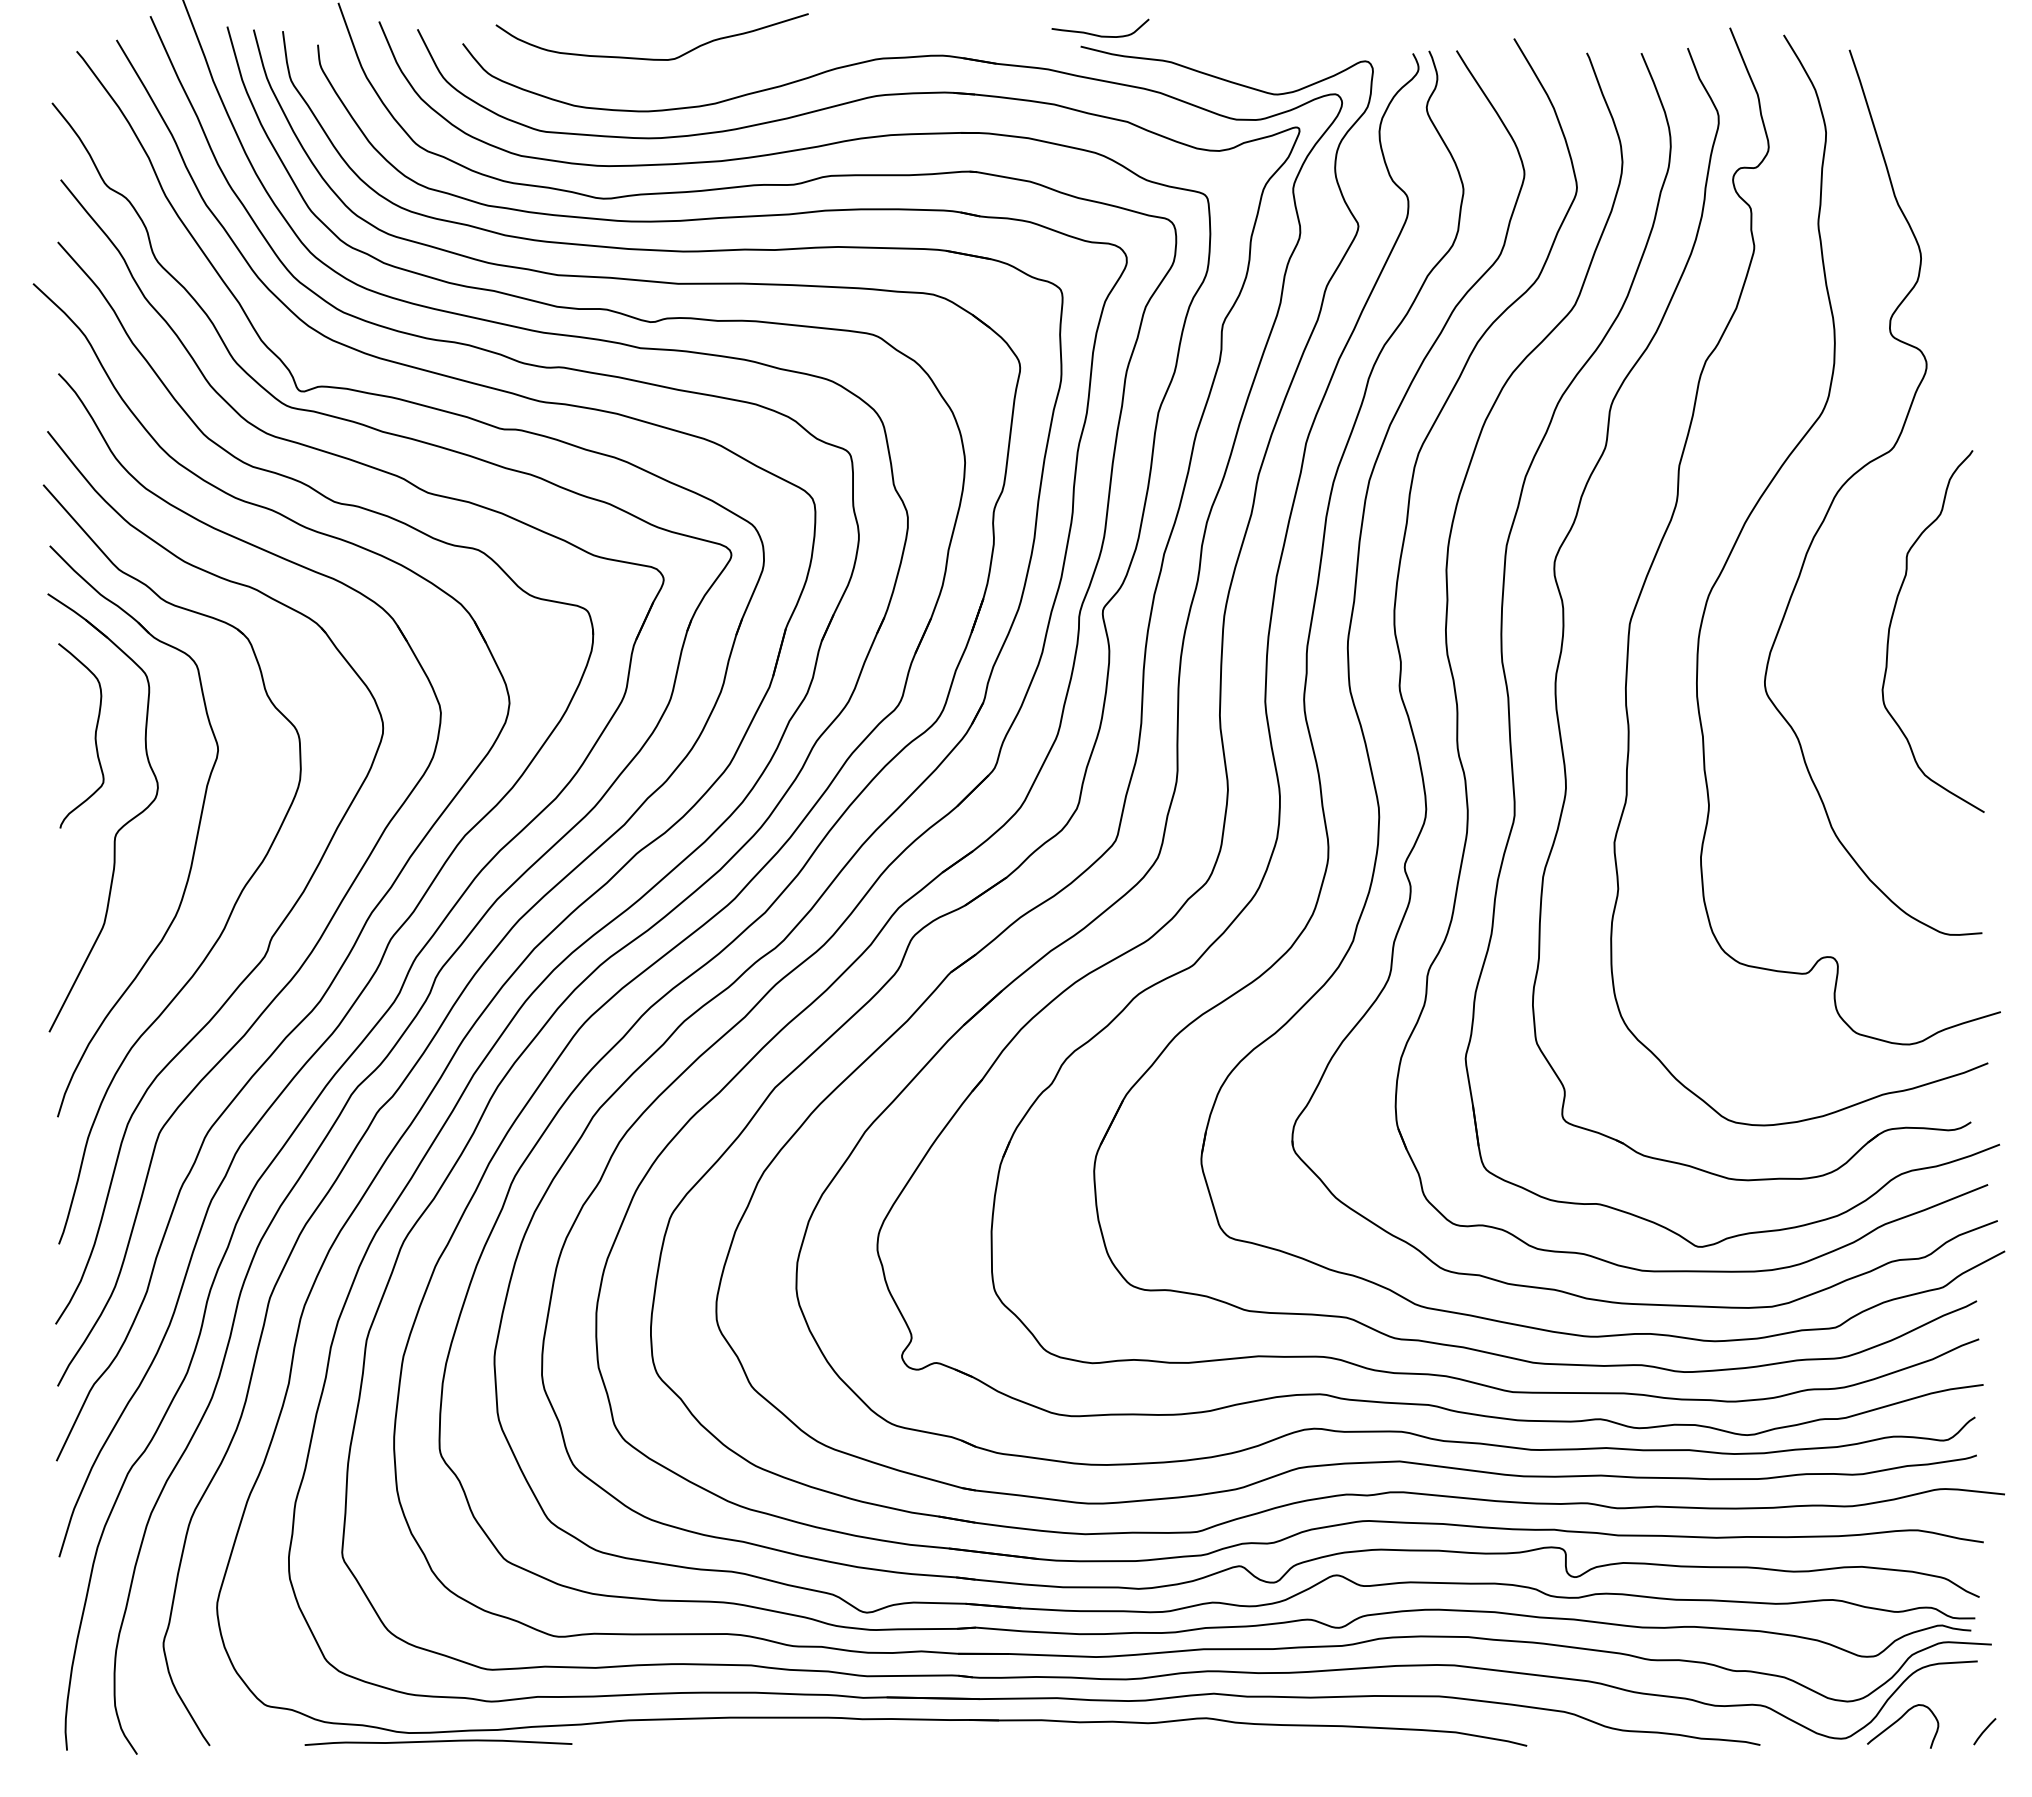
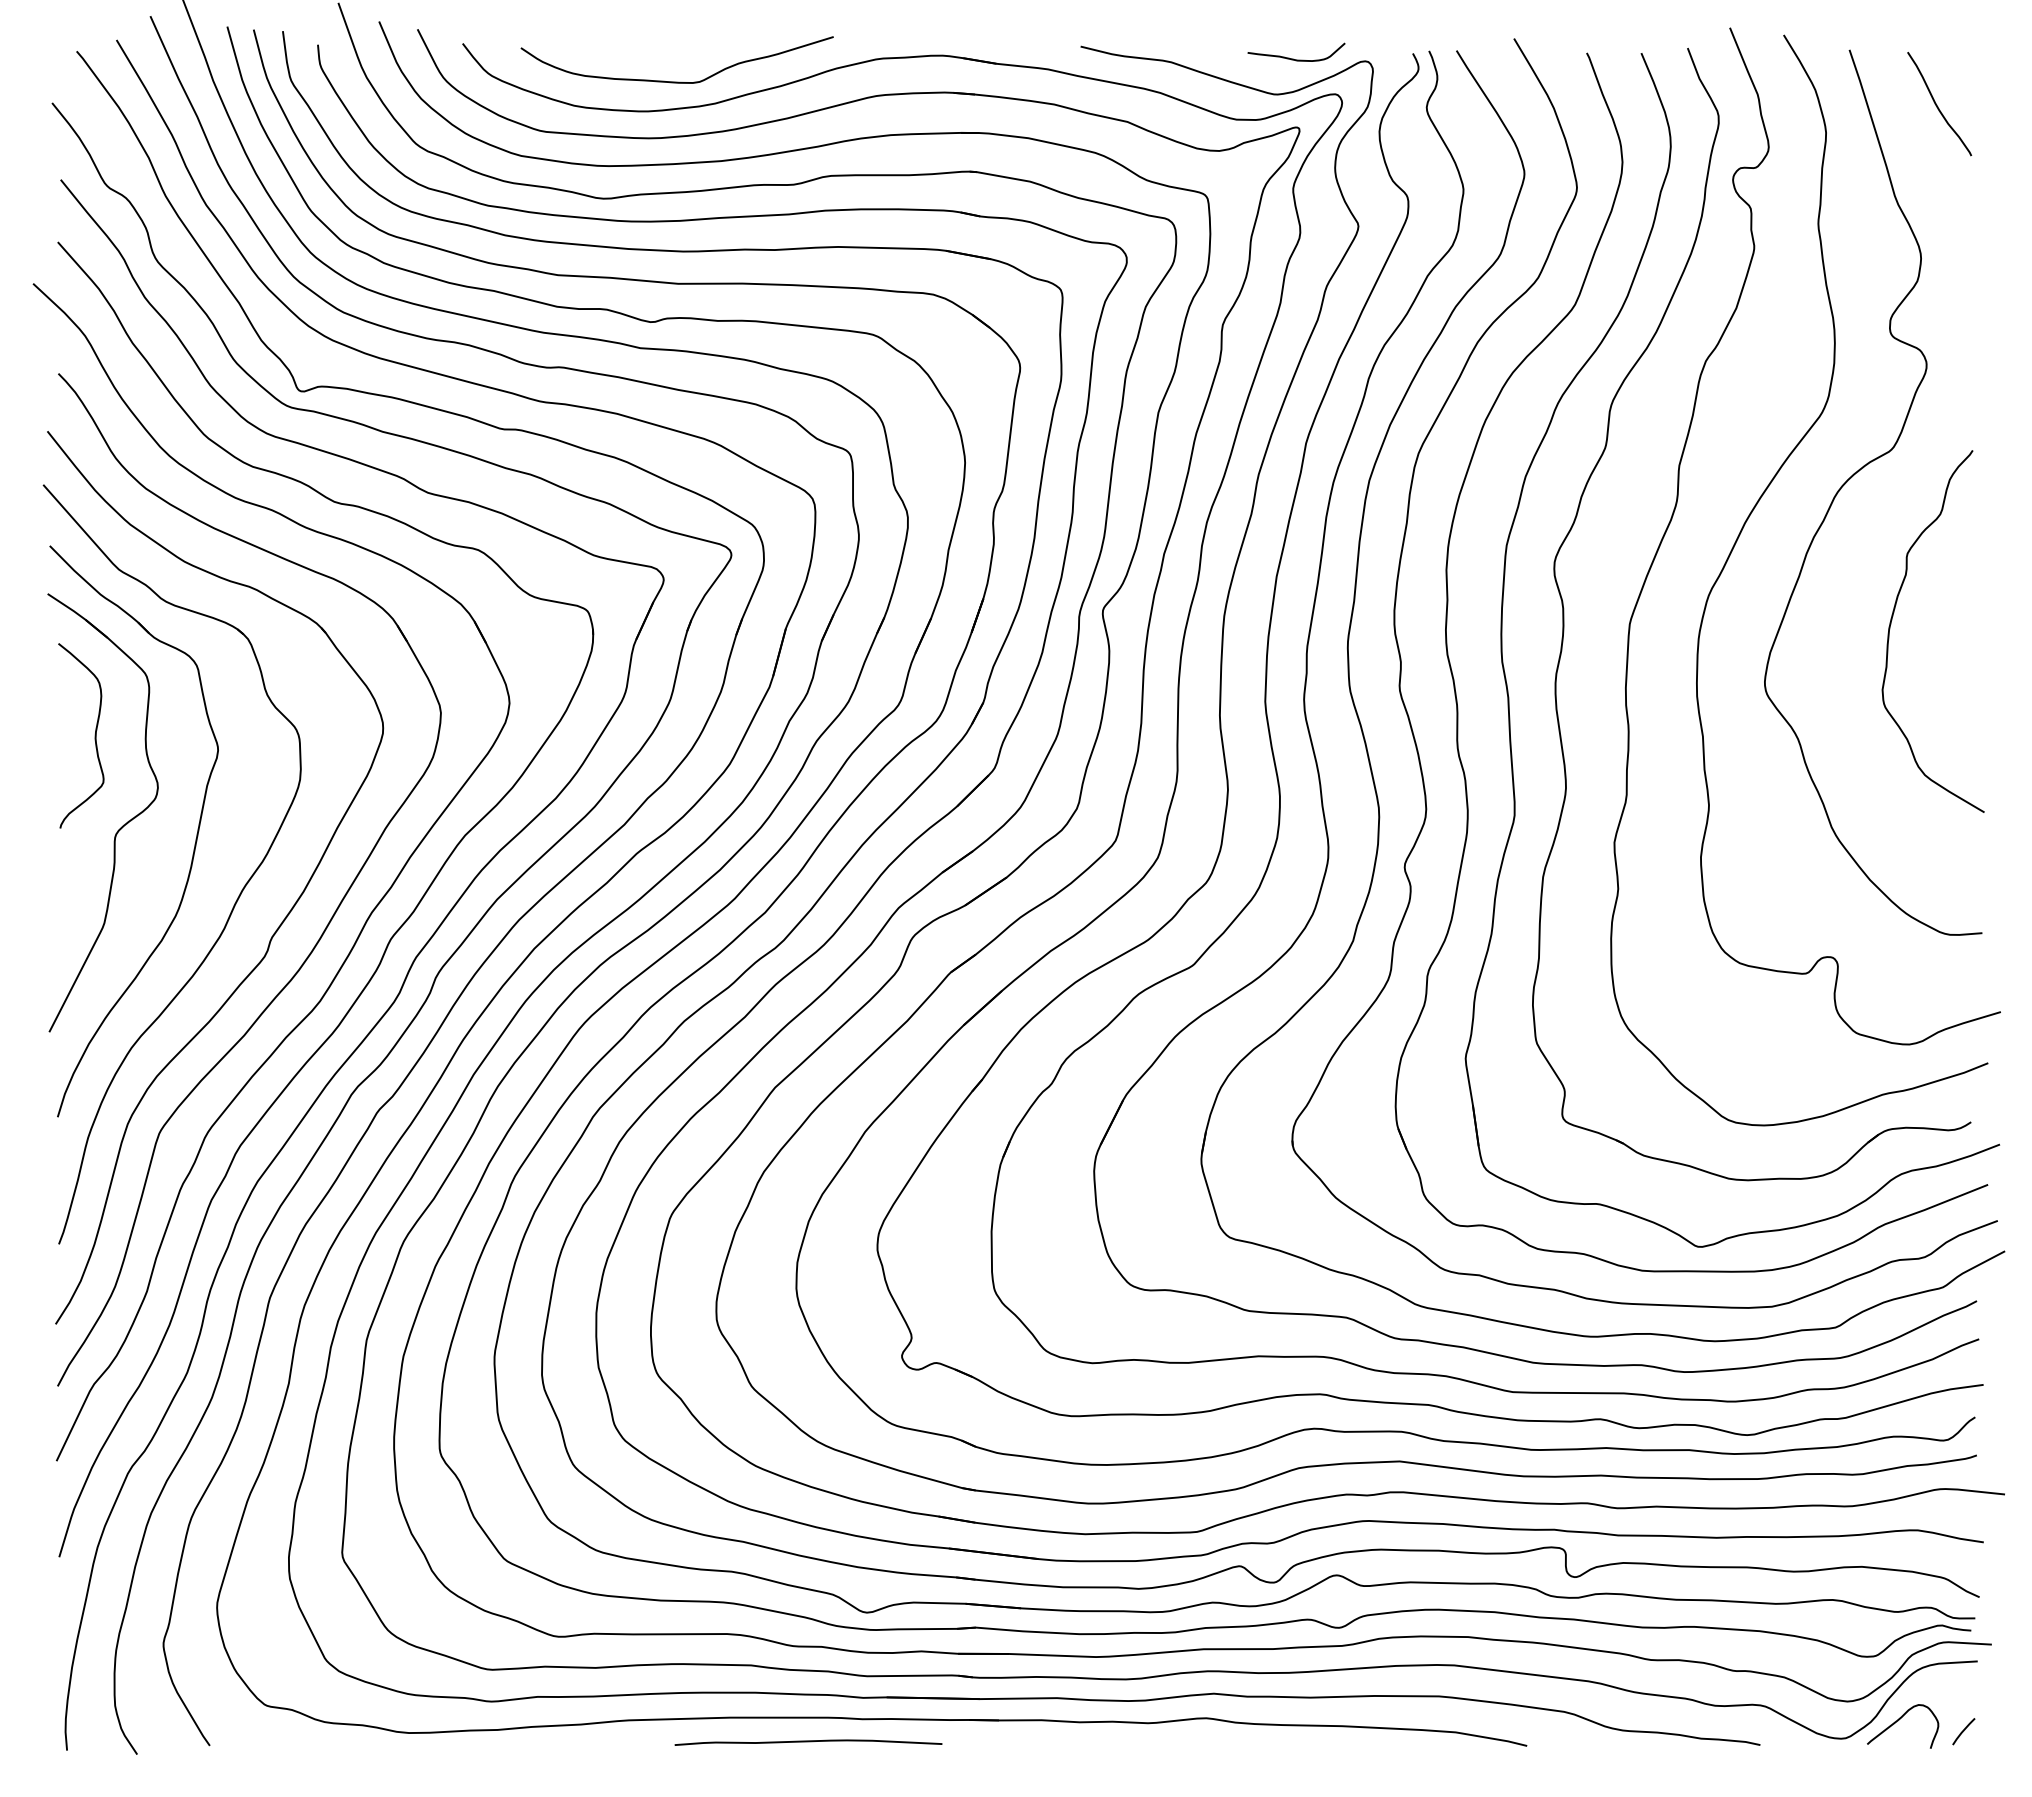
curve at (1097, 34) position: (1097, 34) -> (1293, 58)
curve at (651, 58) position: (651, 58) -> (676, 81)
curve at (1937, 105): none -> present
line at (1984, 1731) position: (1984, 1731) -> (1963, 1731)
curve at (438, 1742) position: (438, 1742) -> (808, 1742)
